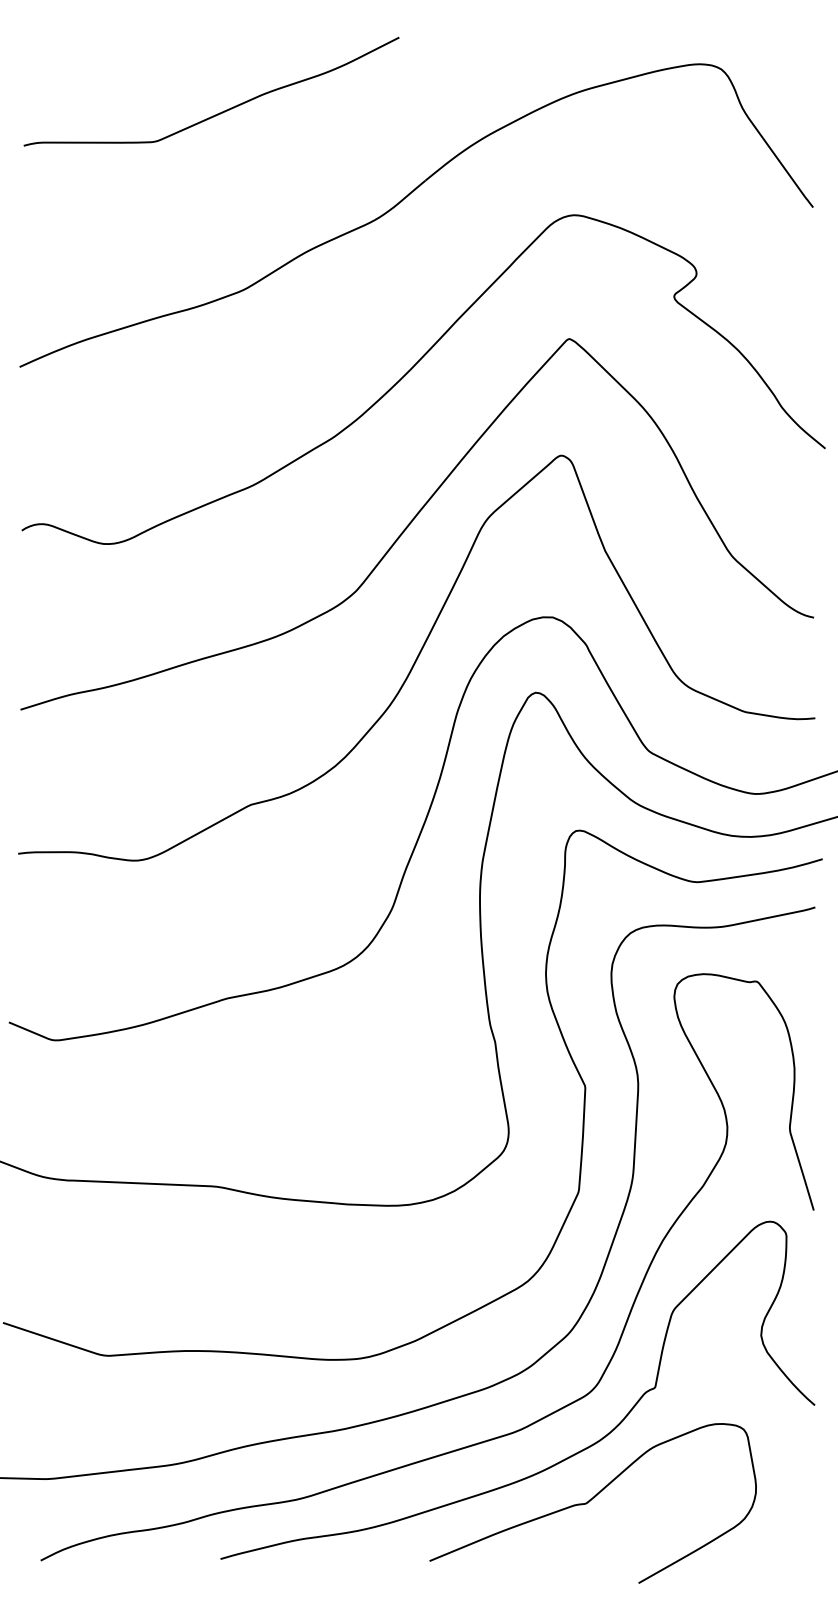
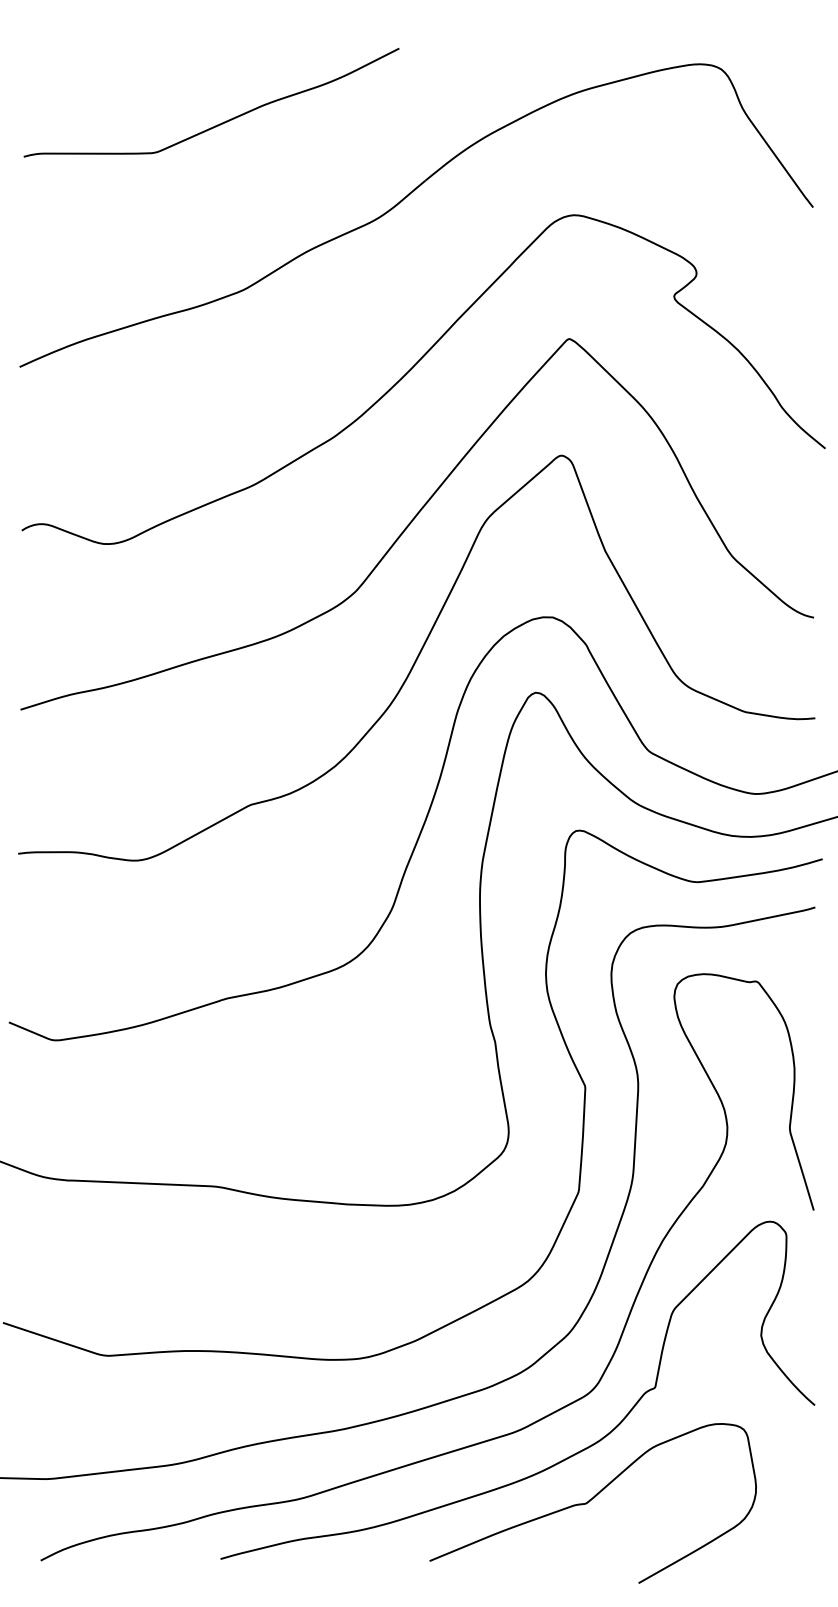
curve at (221, 111) position: (221, 111) -> (221, 122)
